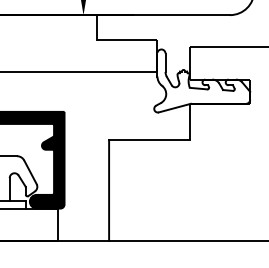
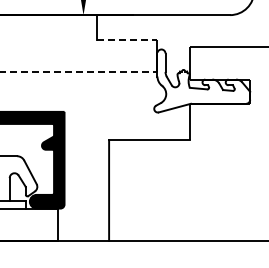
line at (127, 39): solid -> dashed
line at (79, 71): solid -> dashed
